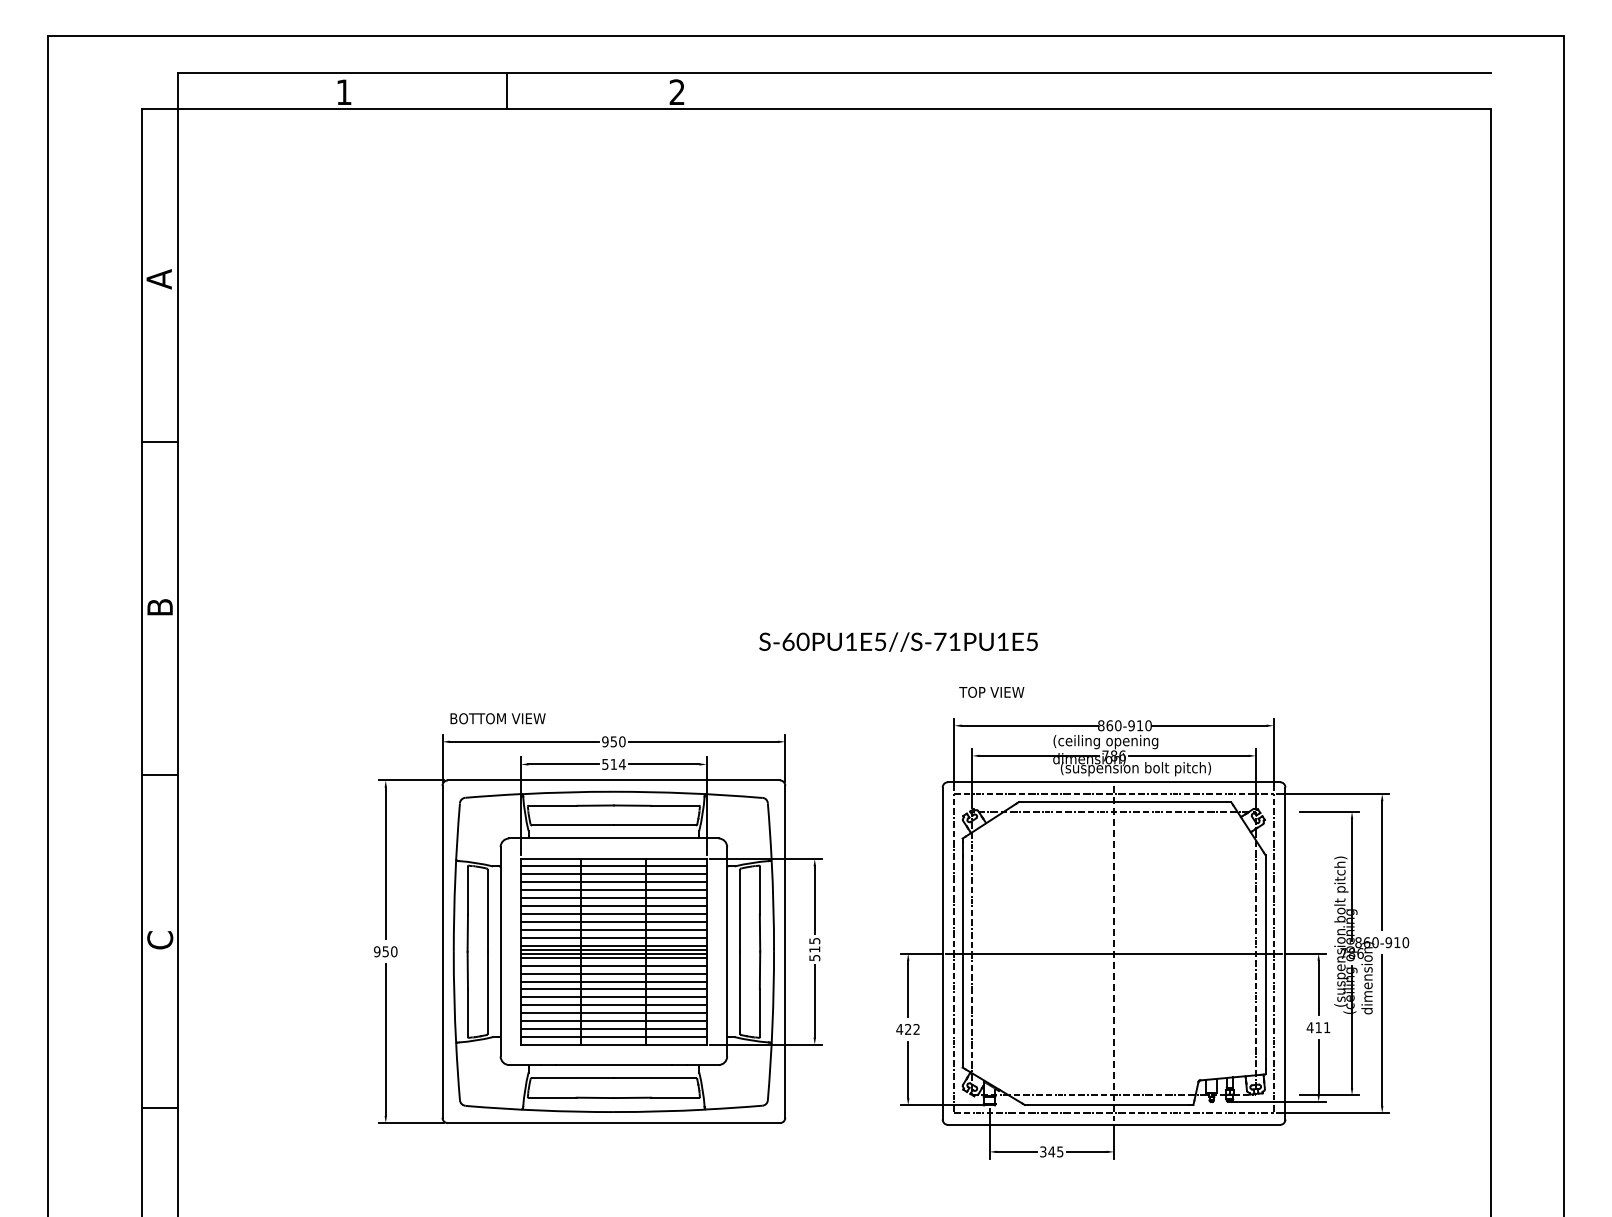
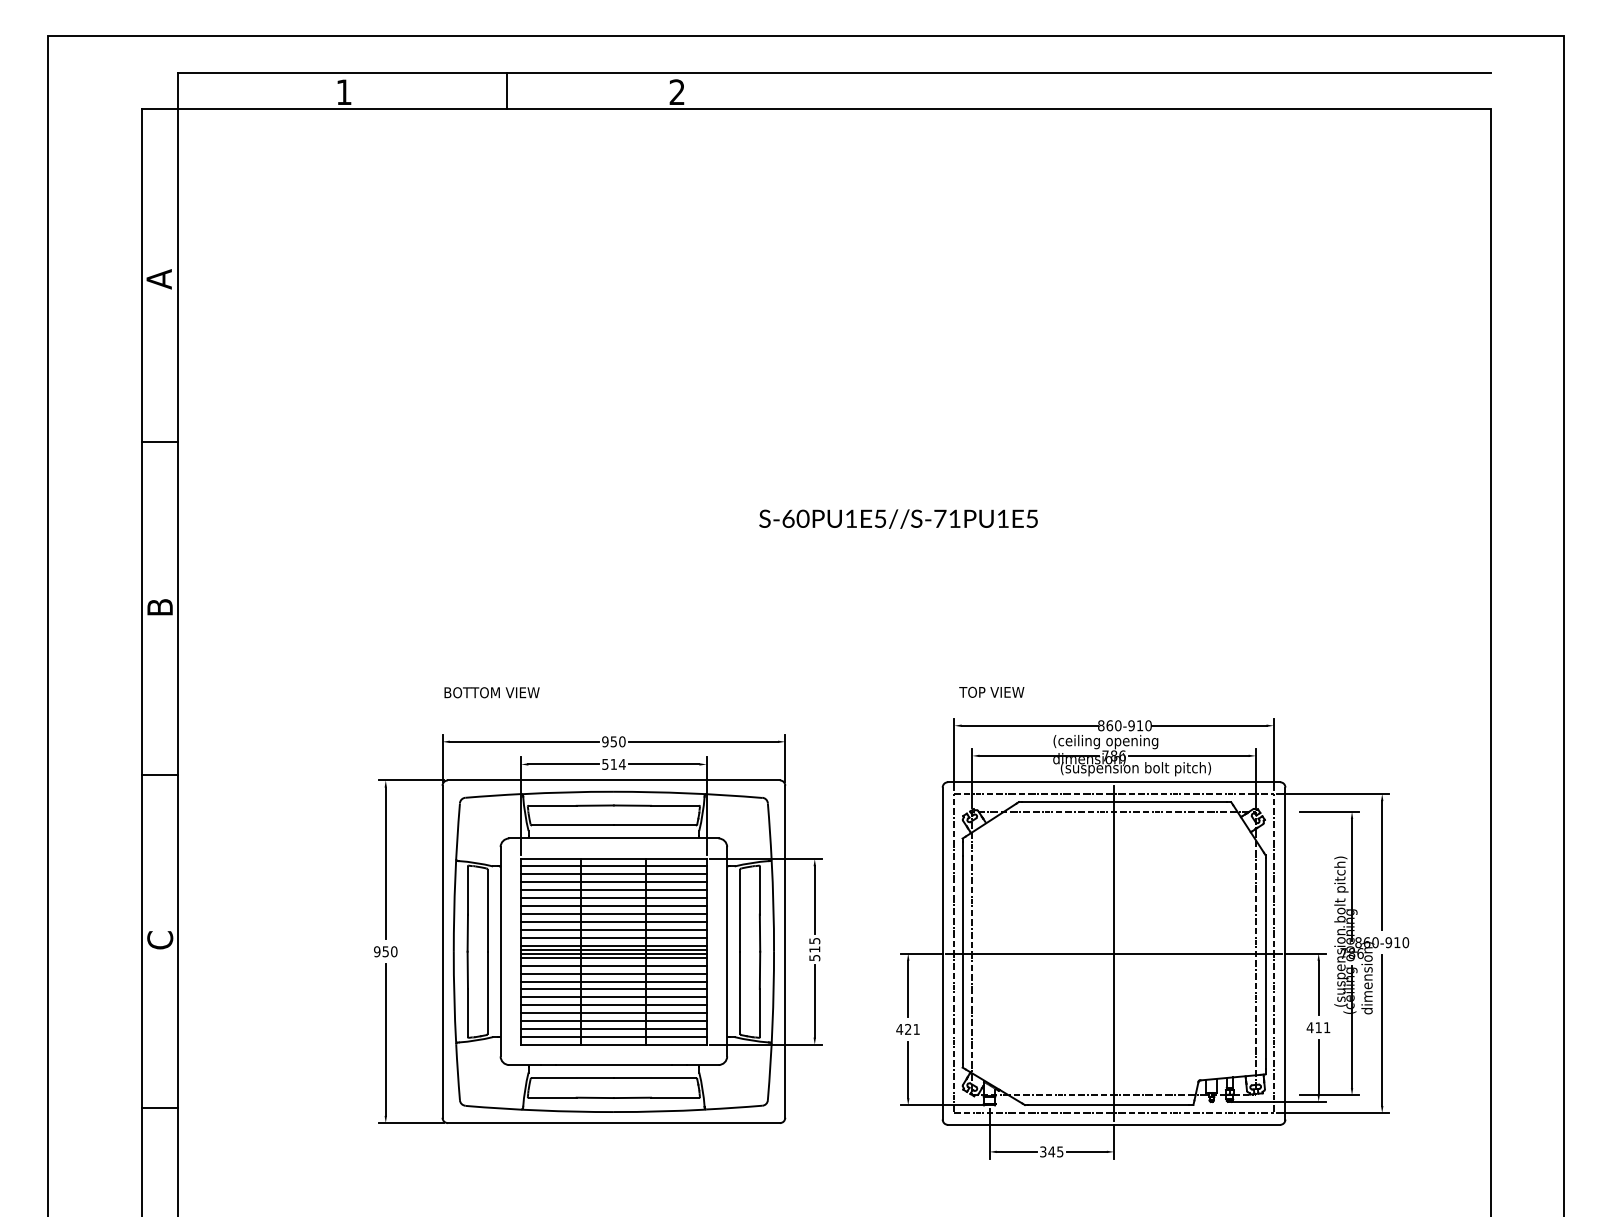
text at (898, 641) position: (898, 641) -> (898, 518)
text at (497, 718) position: (497, 718) -> (491, 692)
line at (1114, 953): dashed -> solid
text at (916, 1029): 422 -> 421
